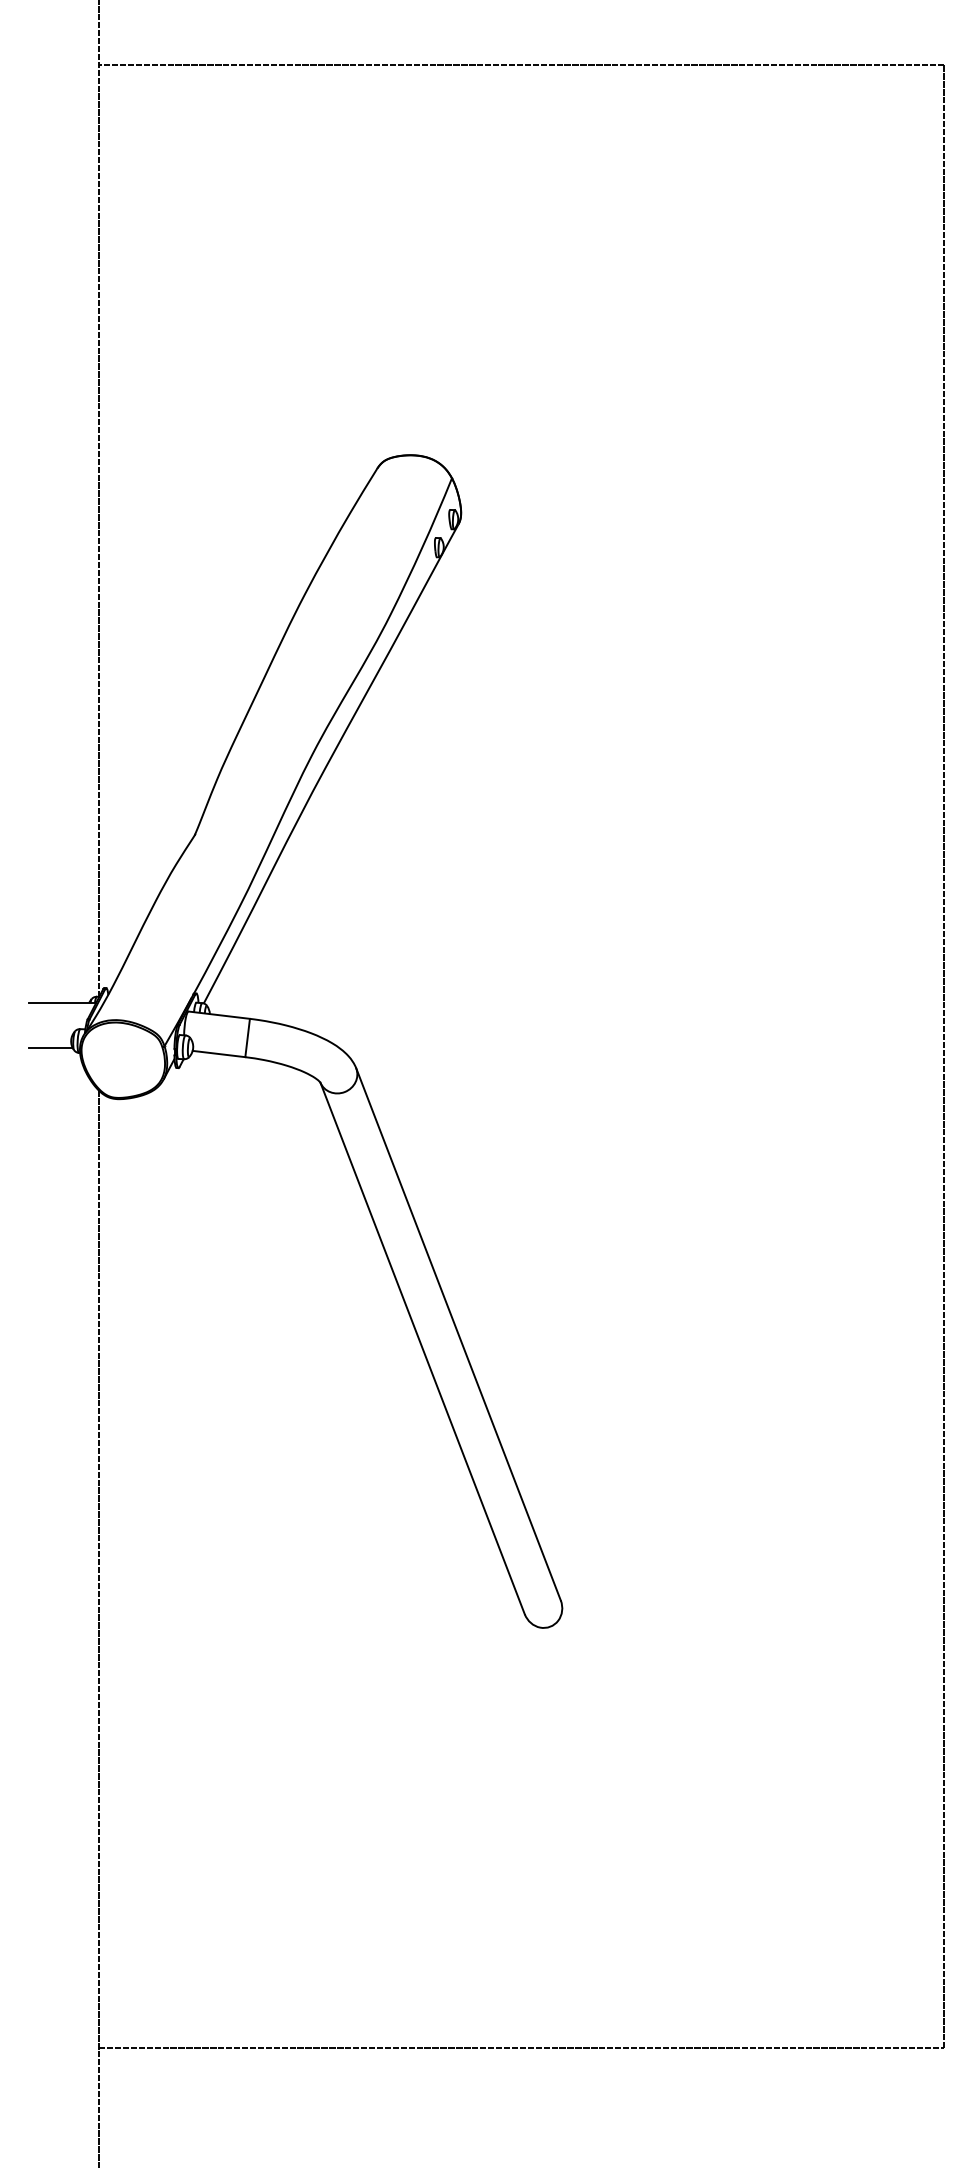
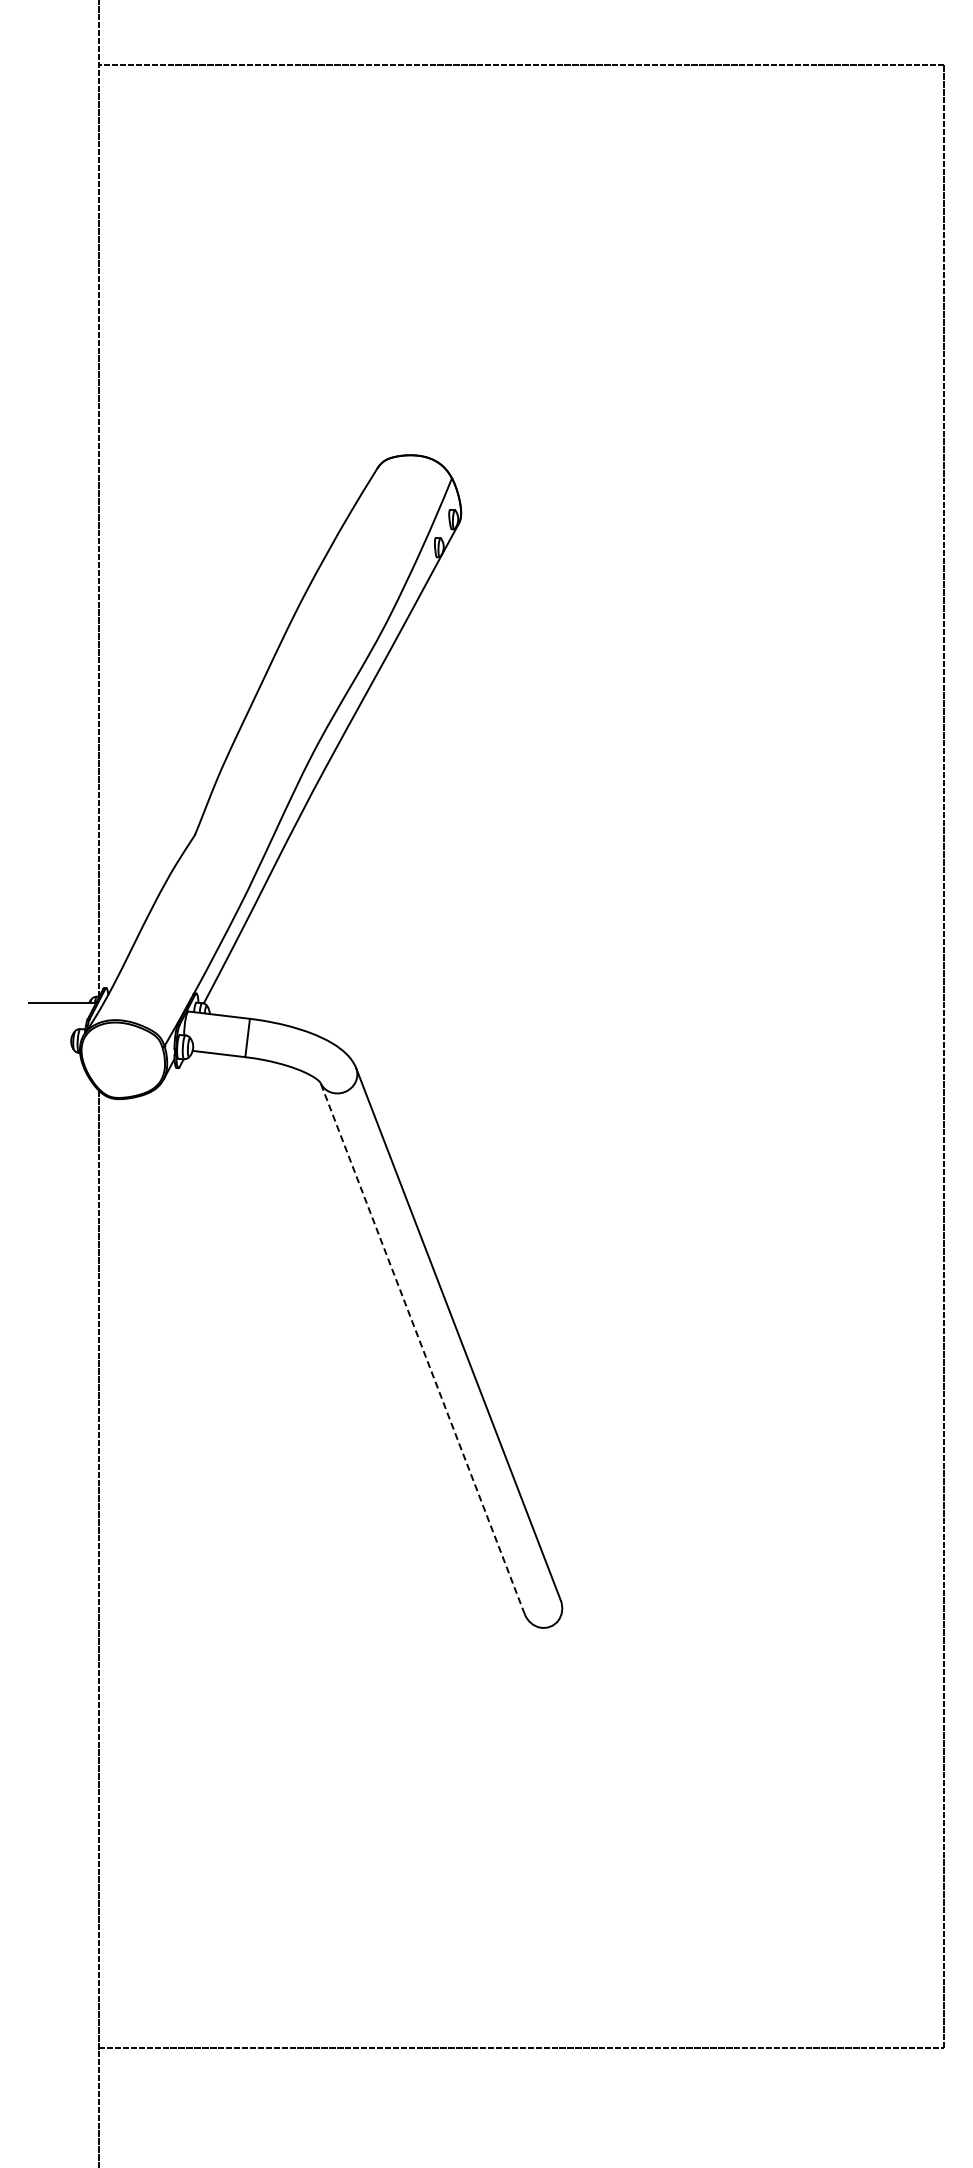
line at (50, 1047): present -> none
line at (422, 1348): solid -> dashed
